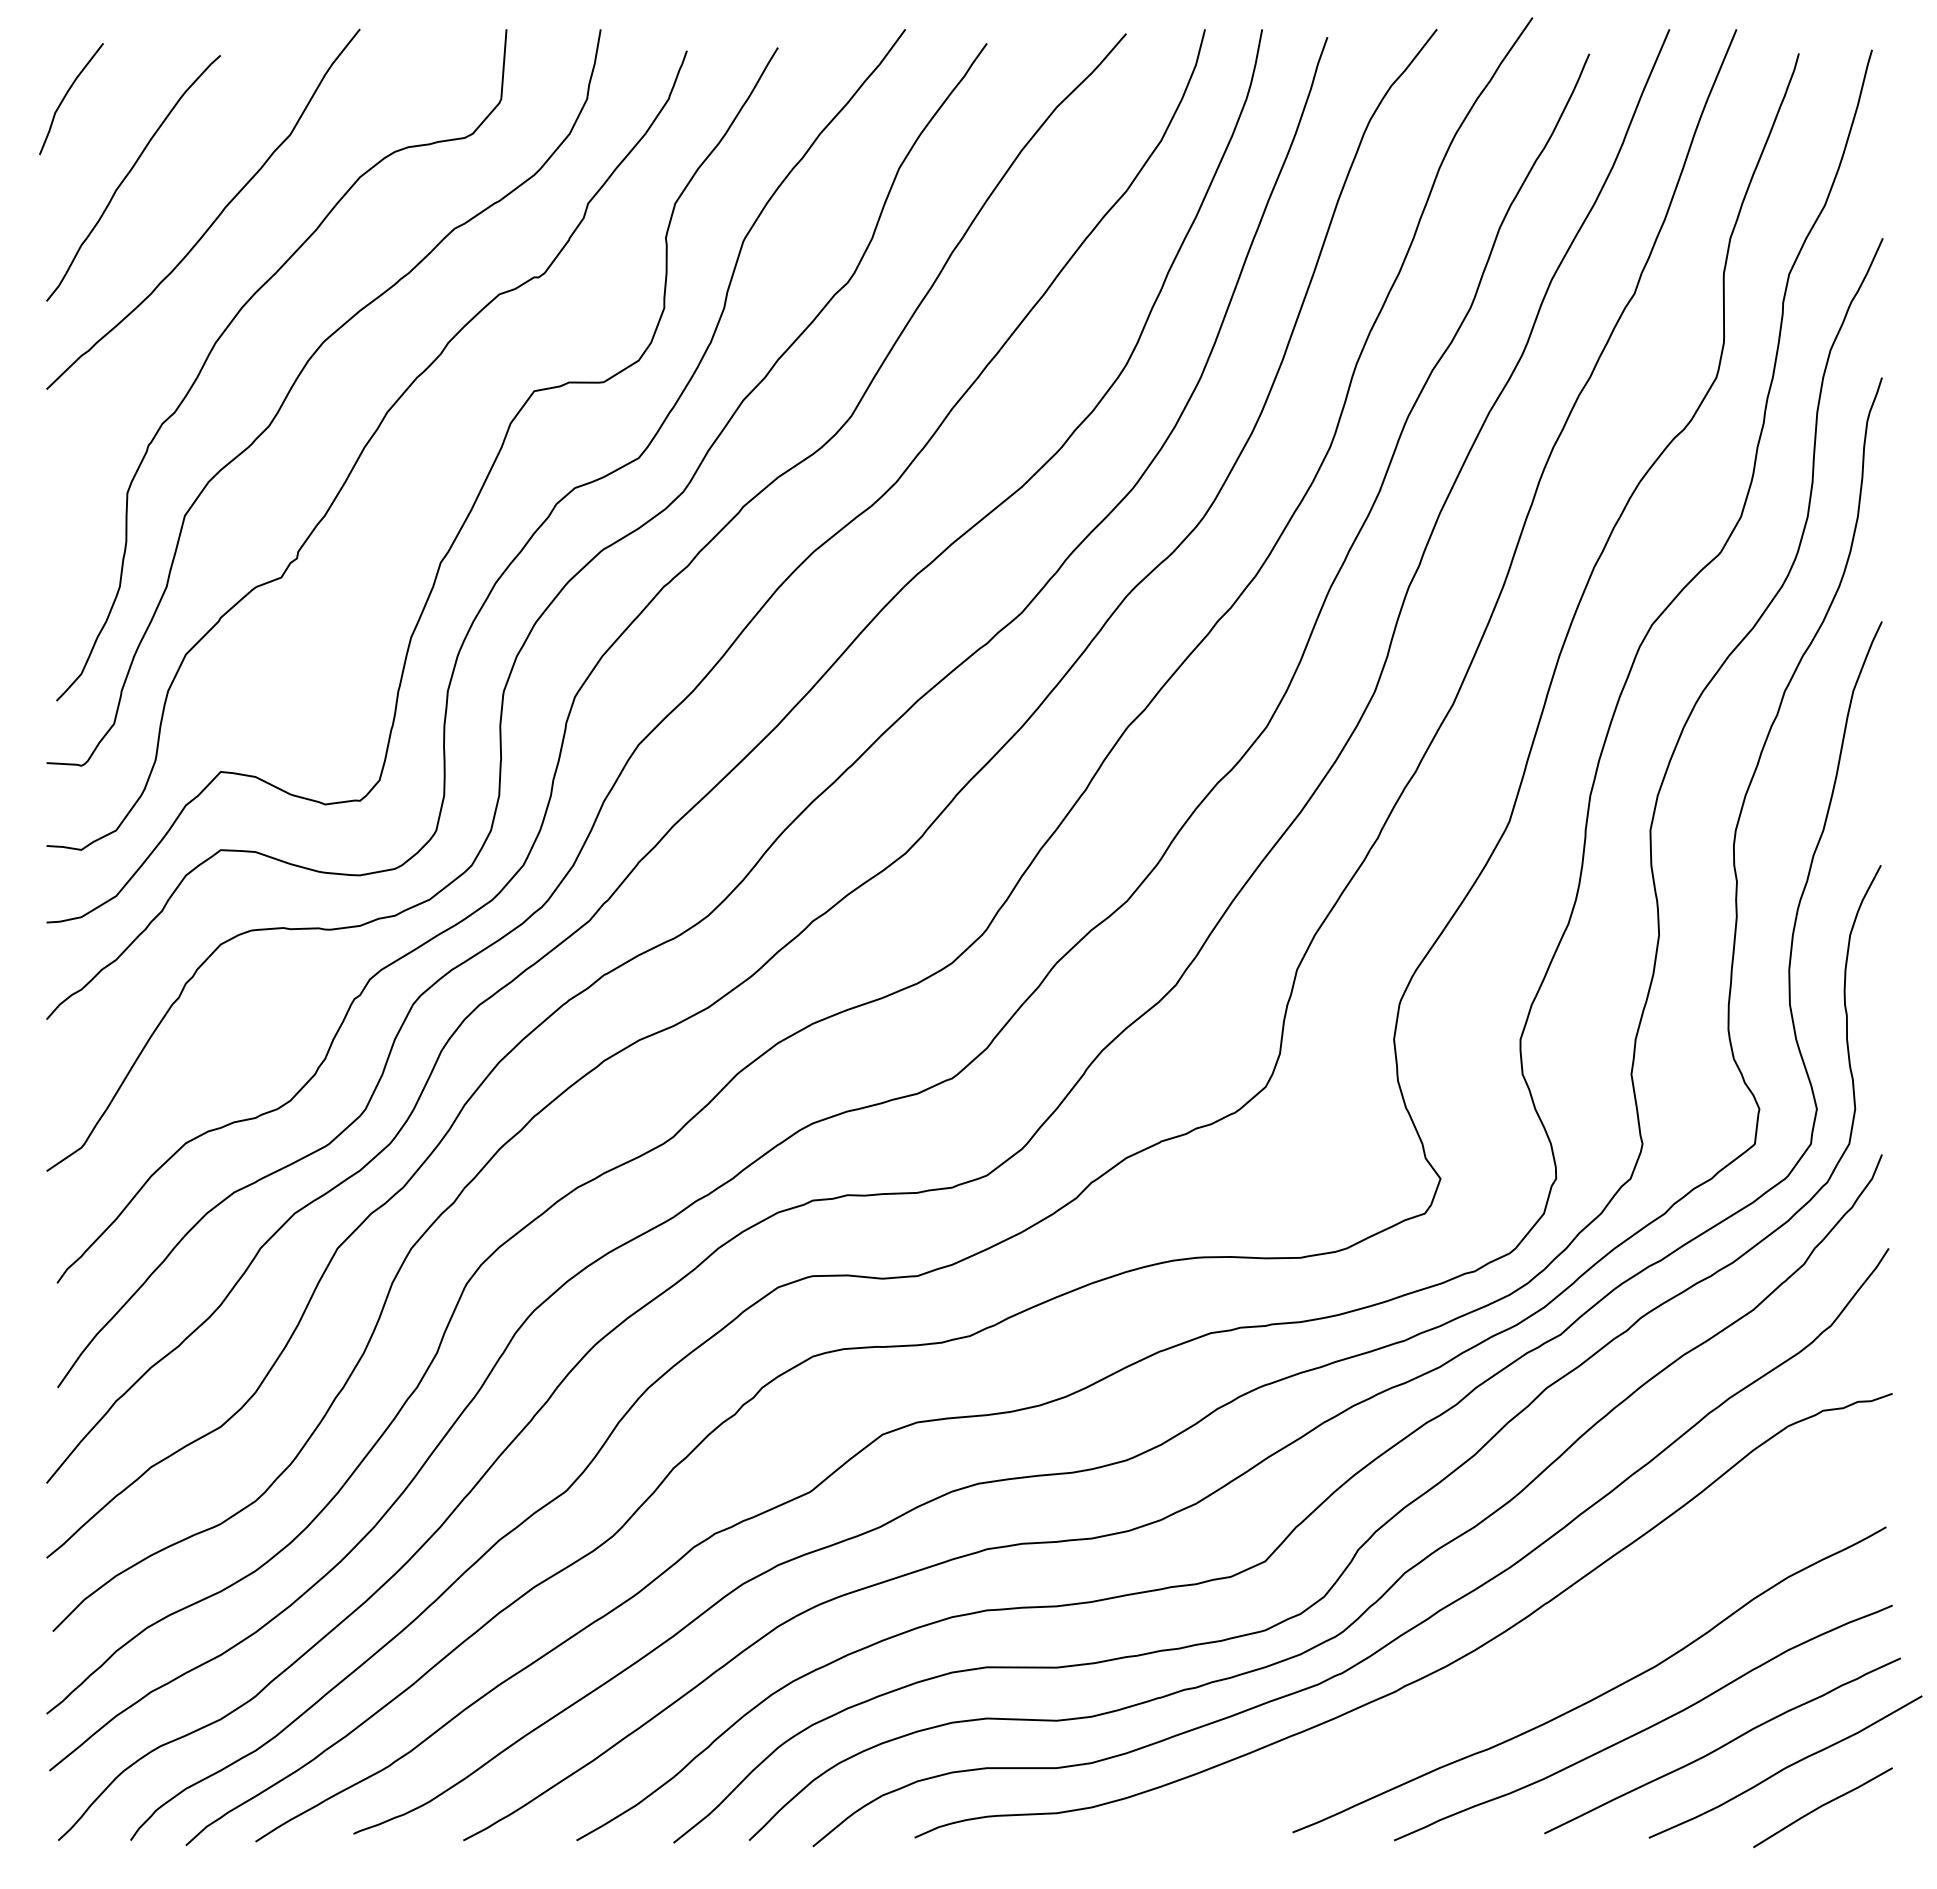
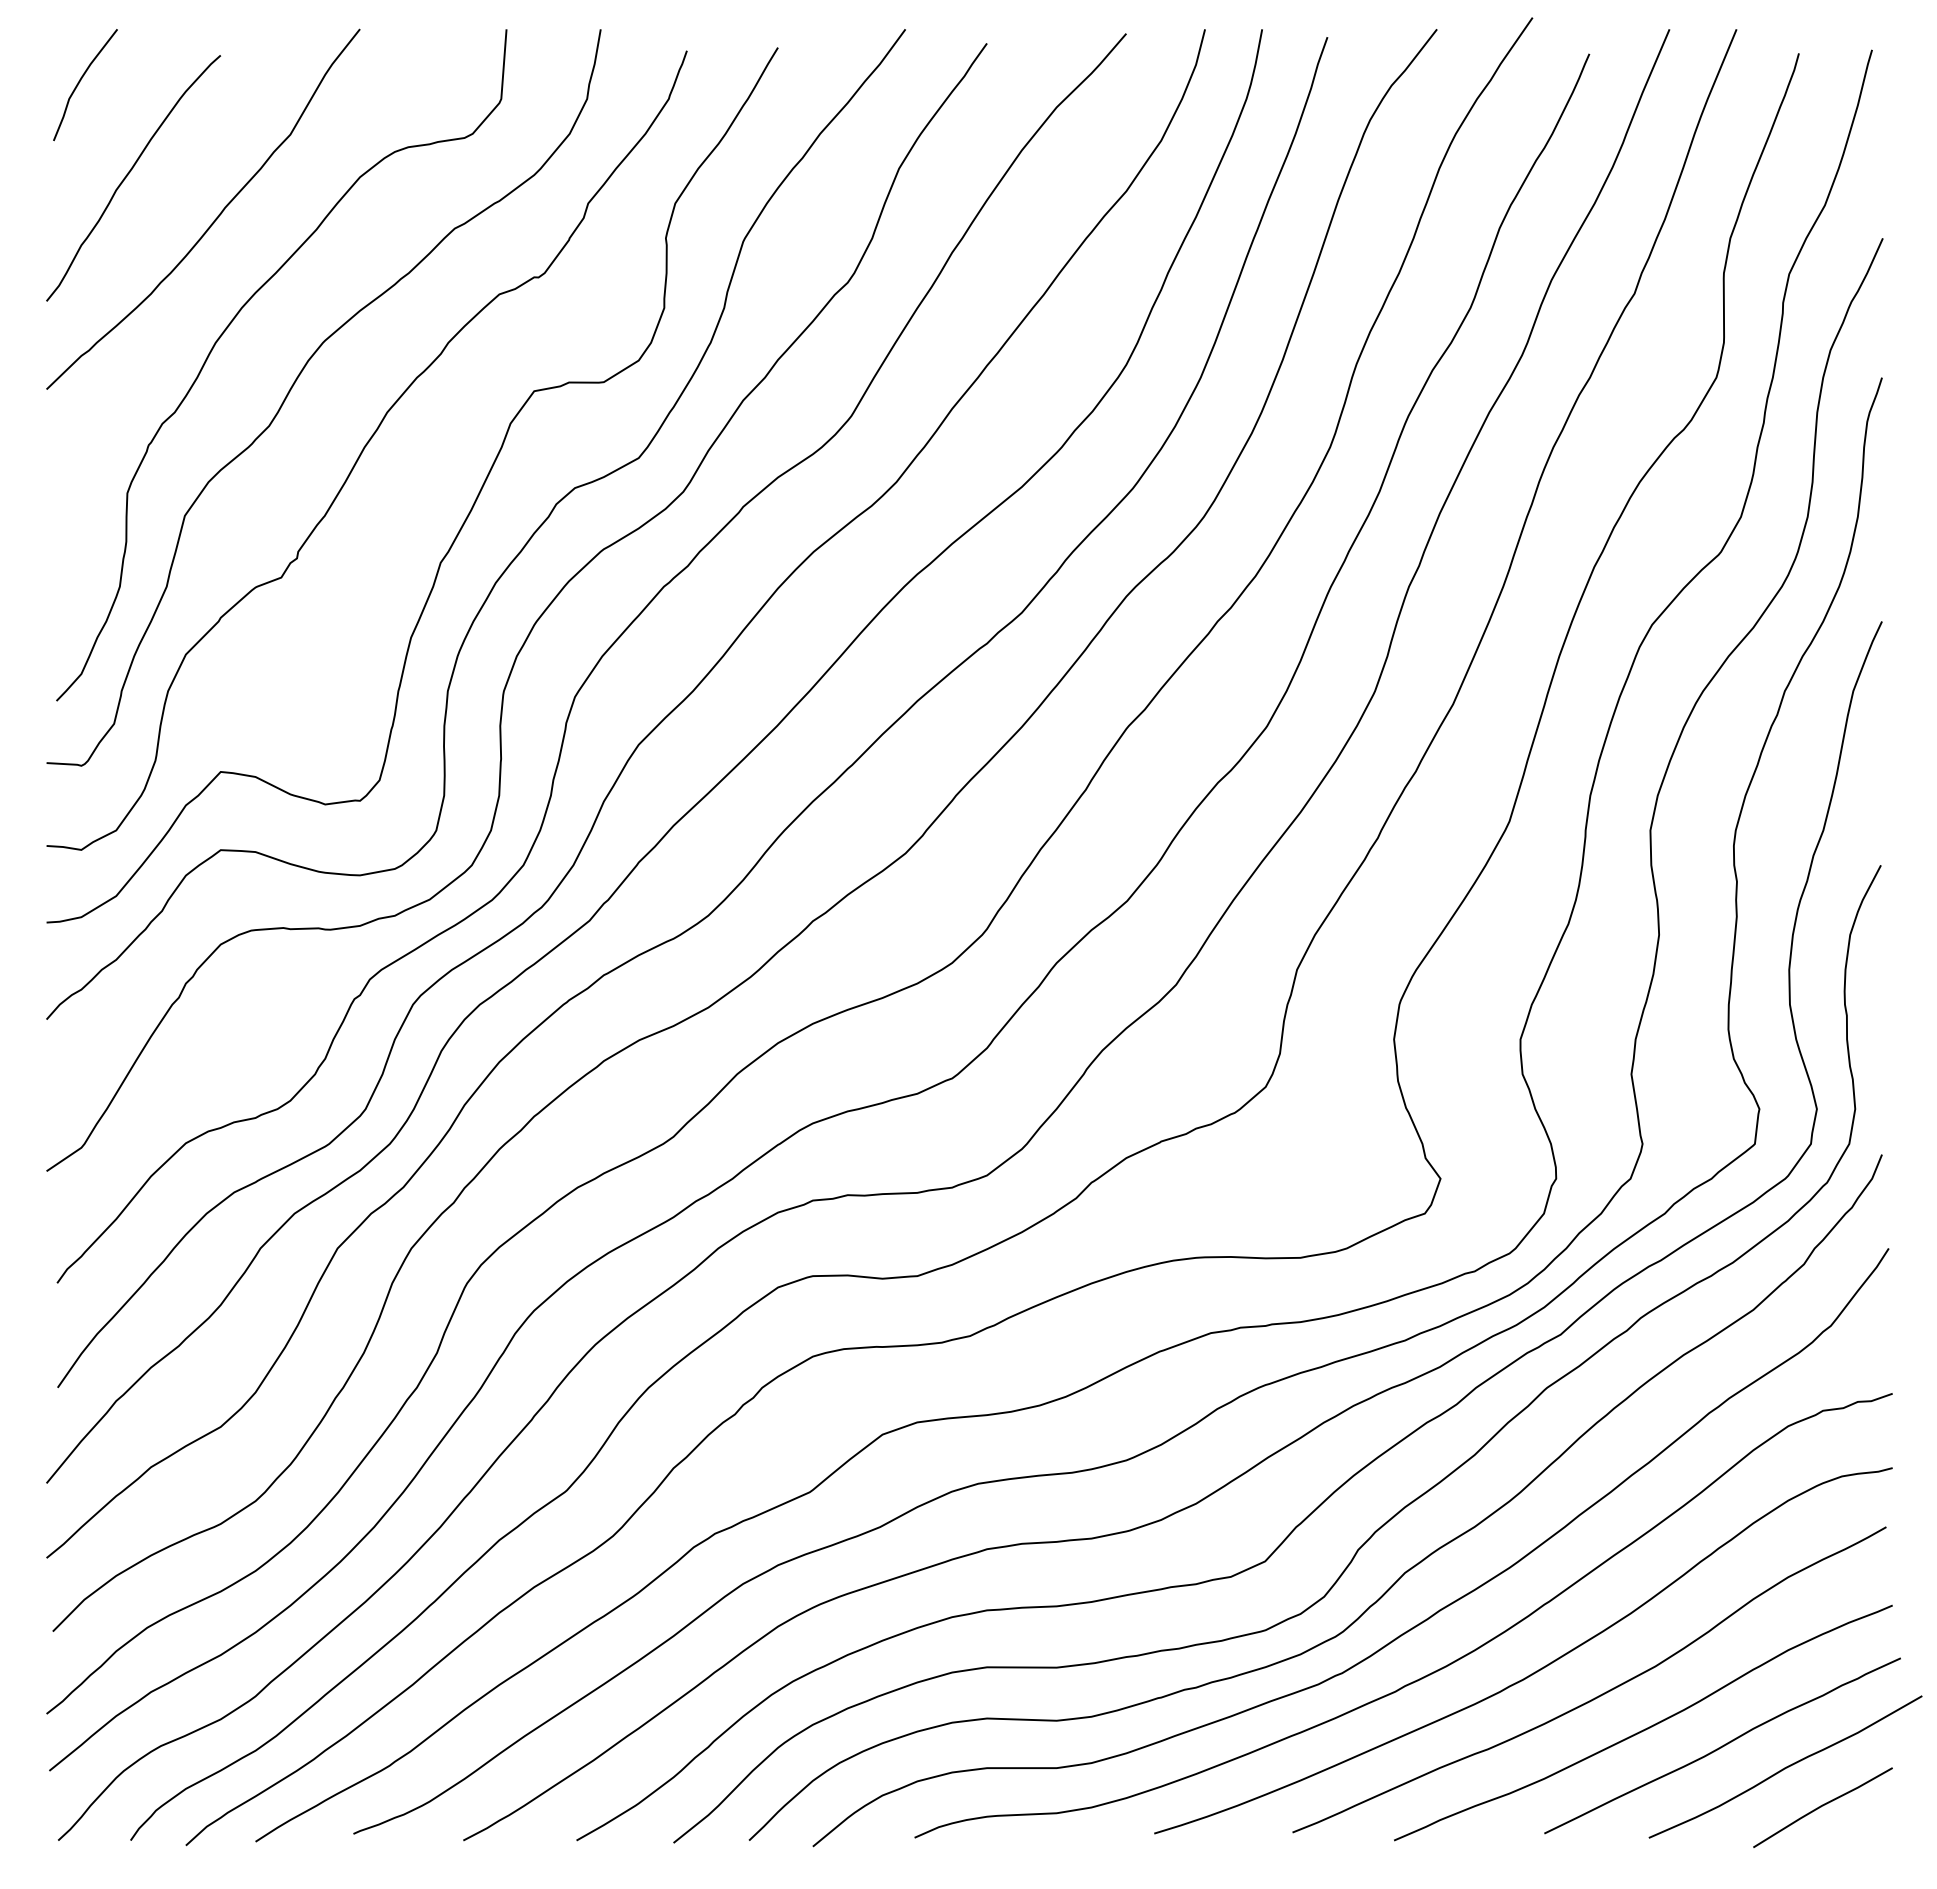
curve at (65, 97) position: (65, 97) -> (79, 83)
curve at (1536, 1670): none -> present
